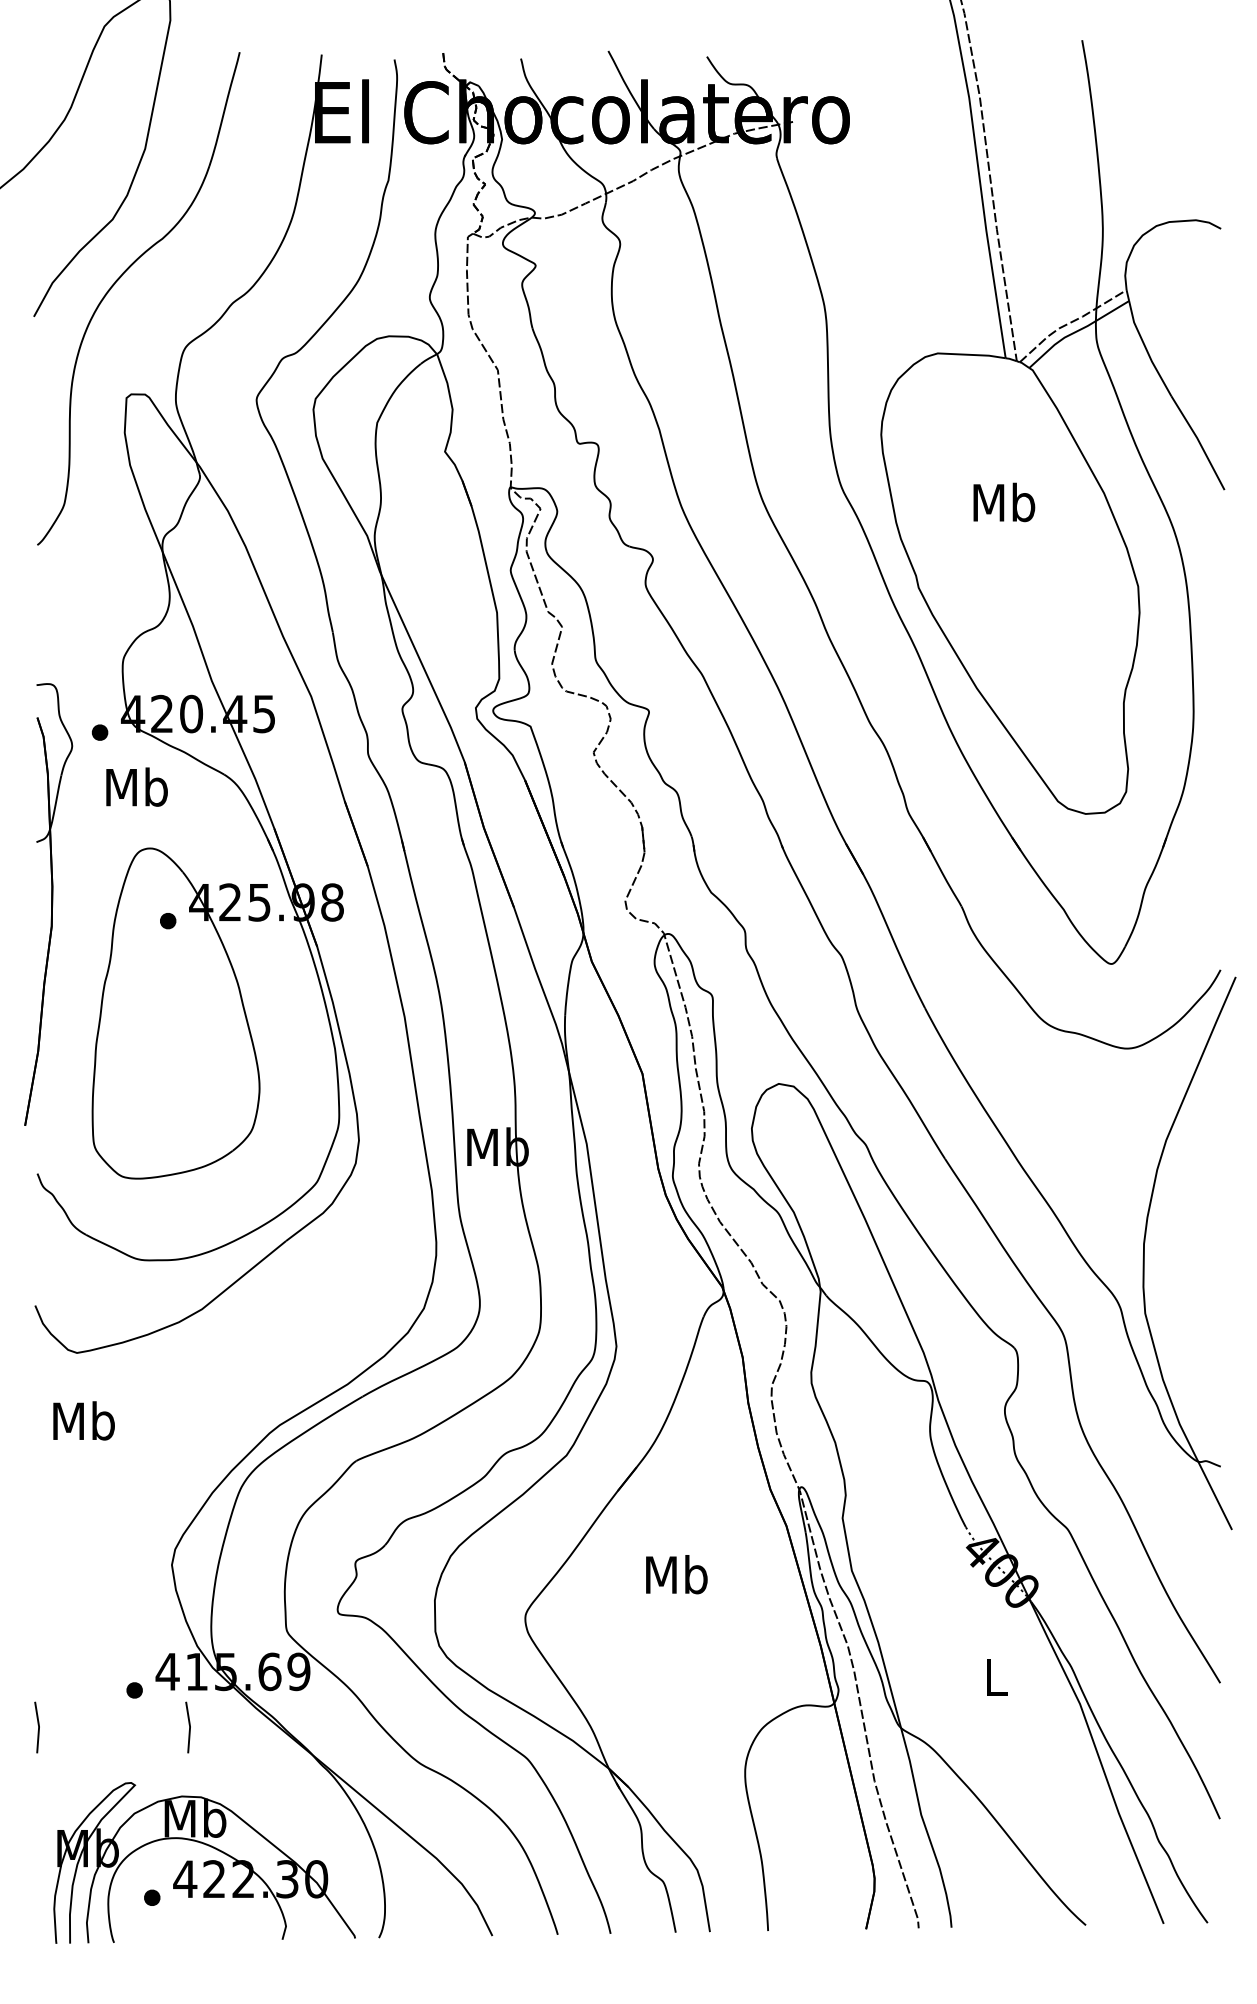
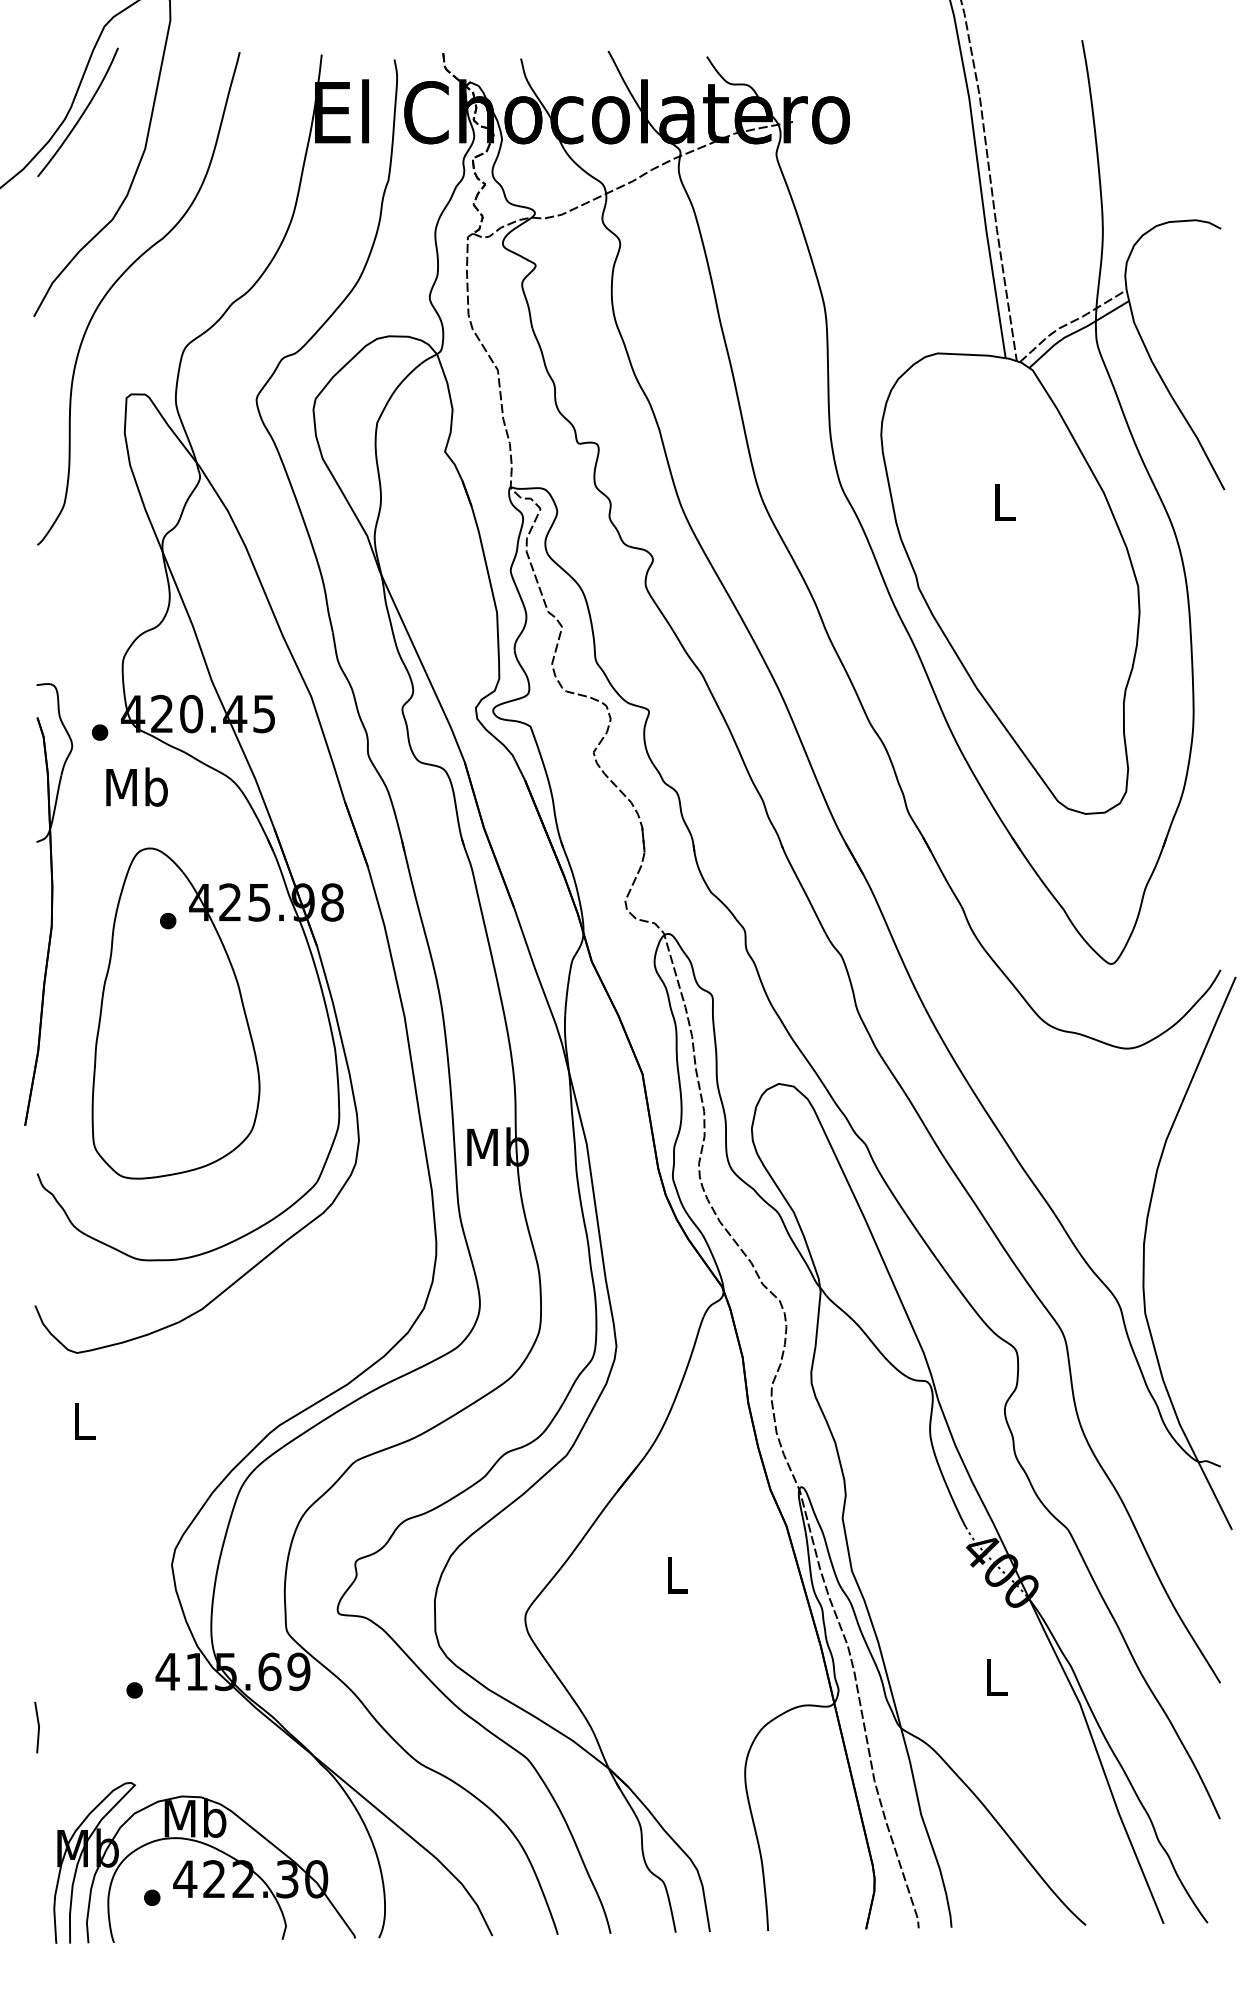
curve at (80, 115): none -> present
text at (1004, 502): Mb -> L
text at (83, 1420): Mb -> L
text at (676, 1574): Mb -> L
line at (189, 1727): present -> none
